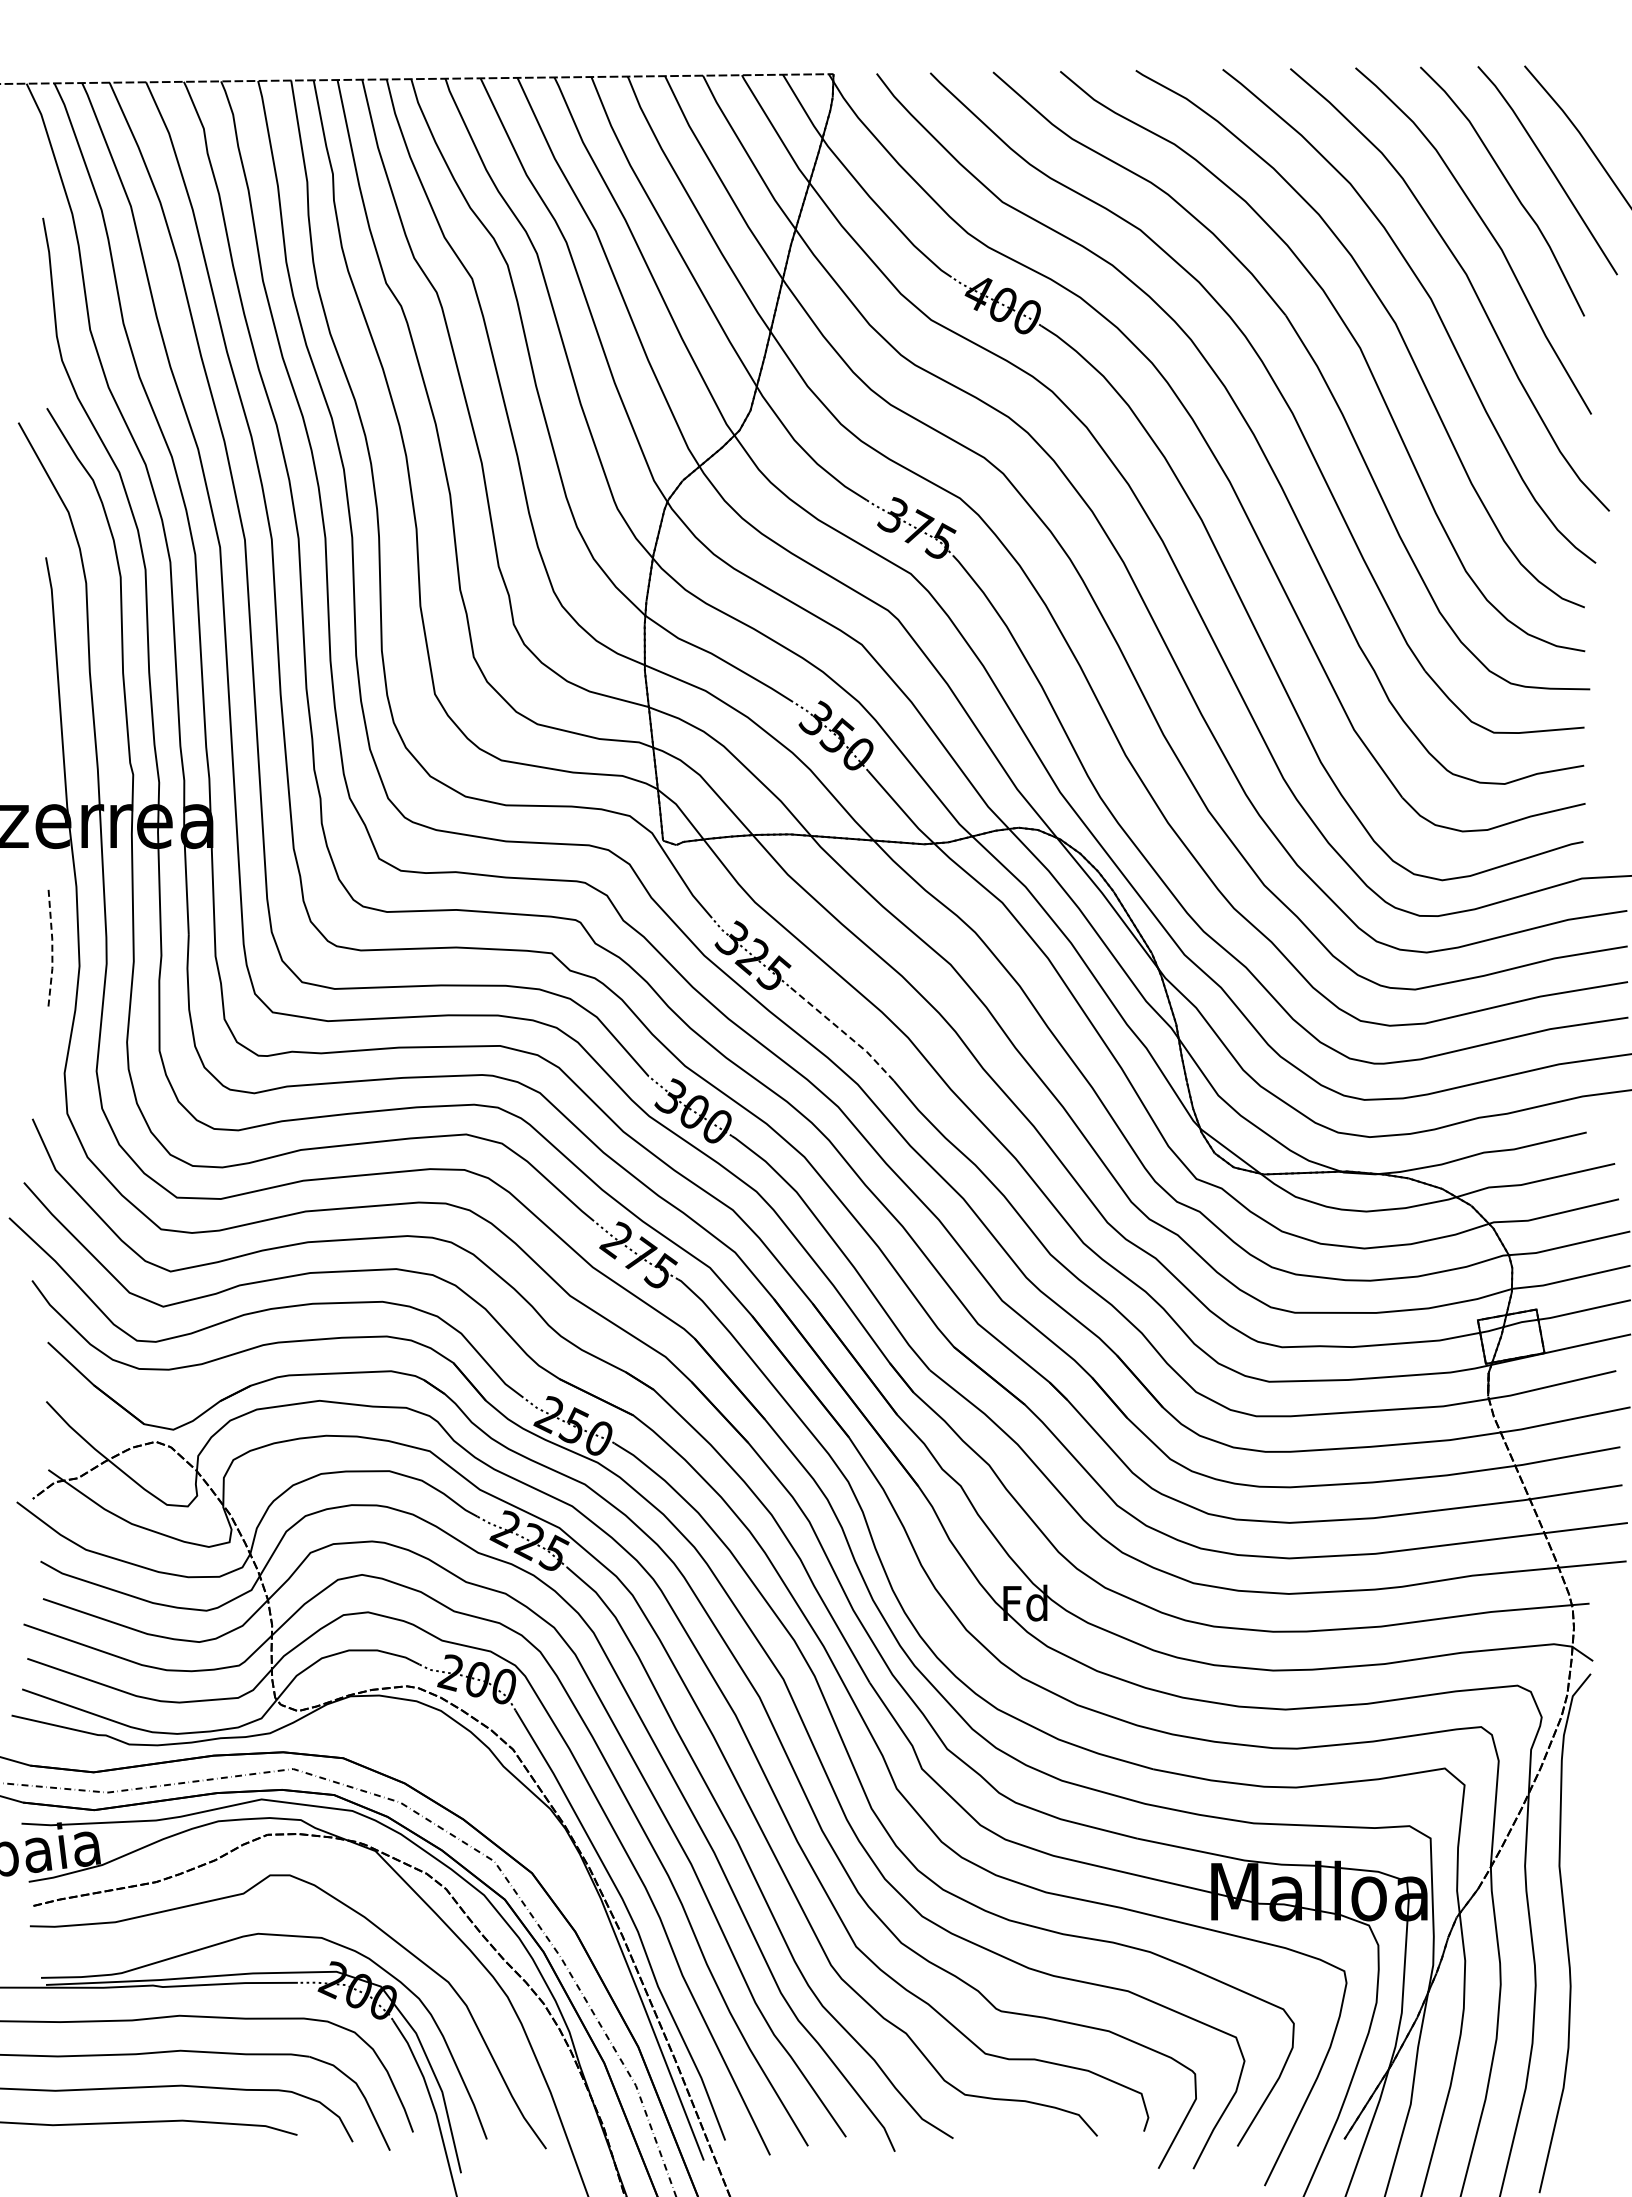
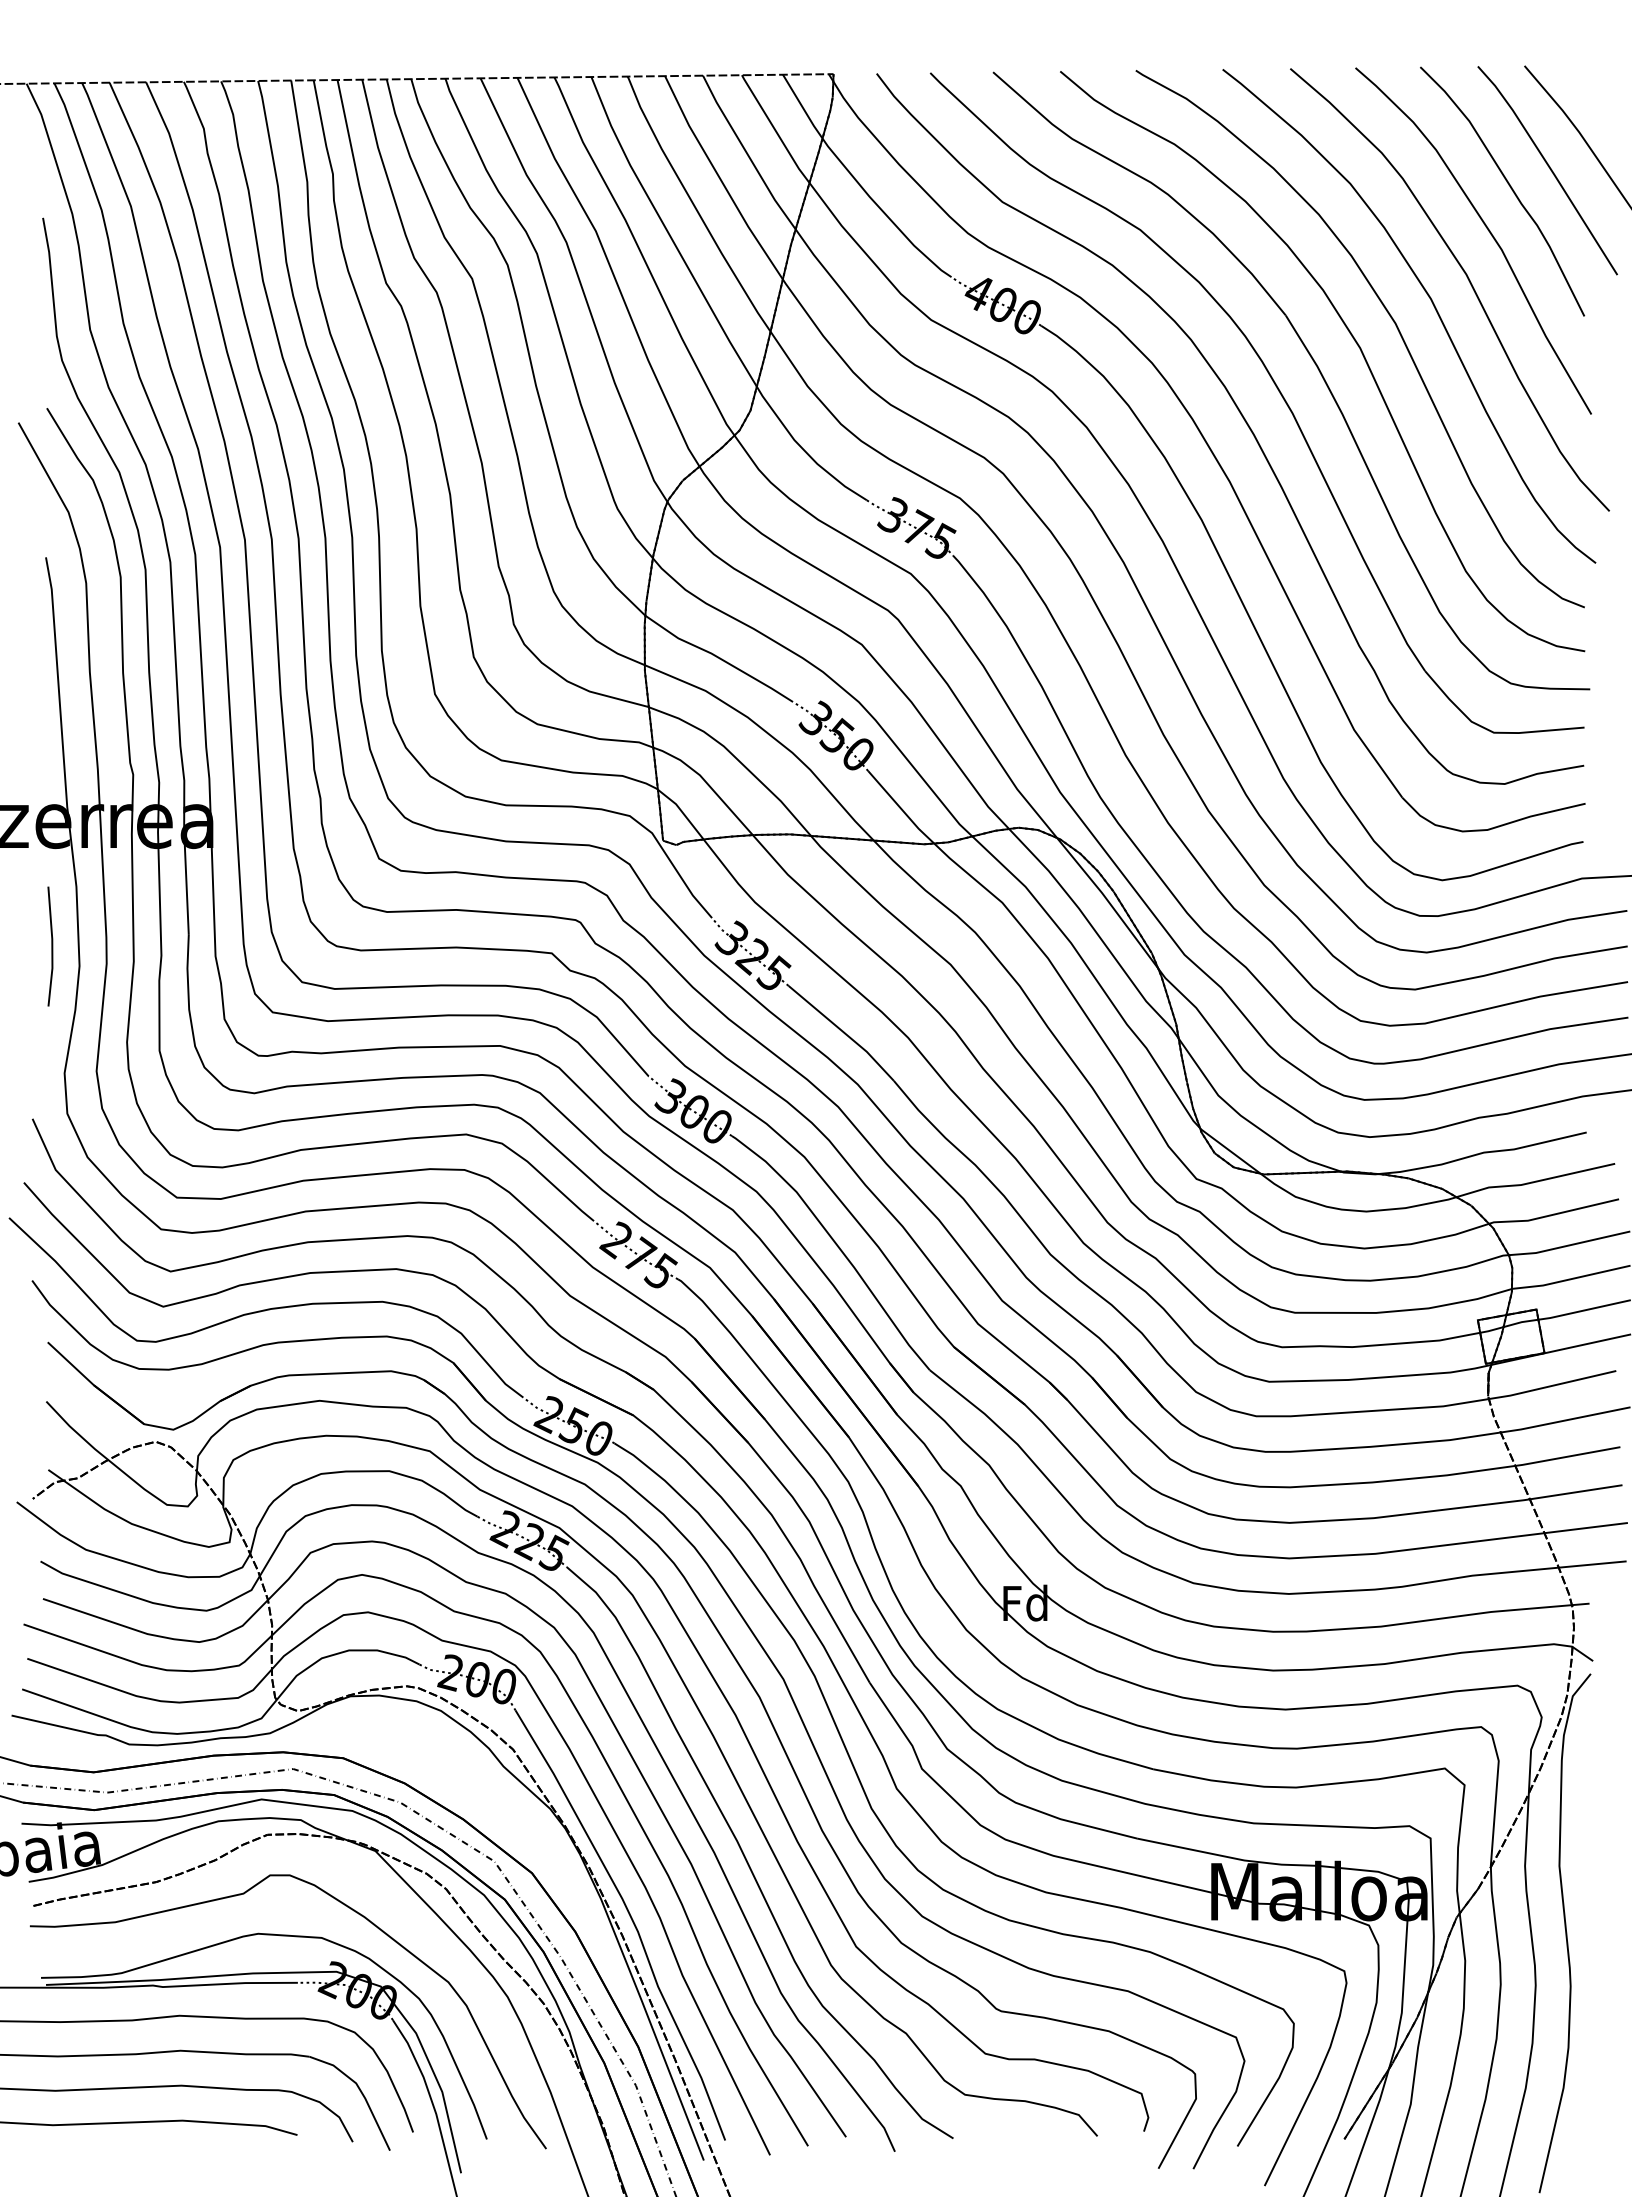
line at (52, 946): dashed -> solid
line at (843, 1031): dashed -> solid
